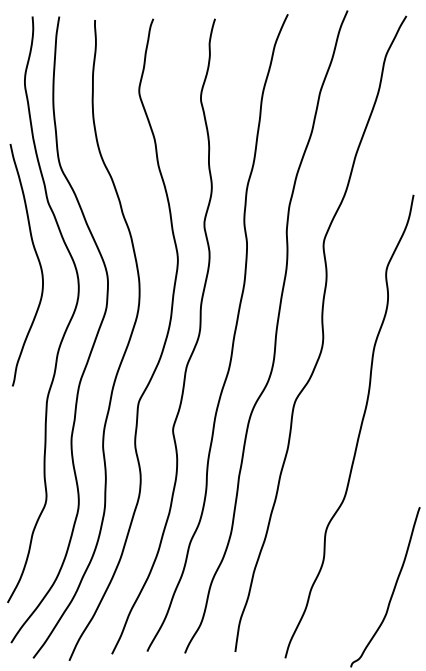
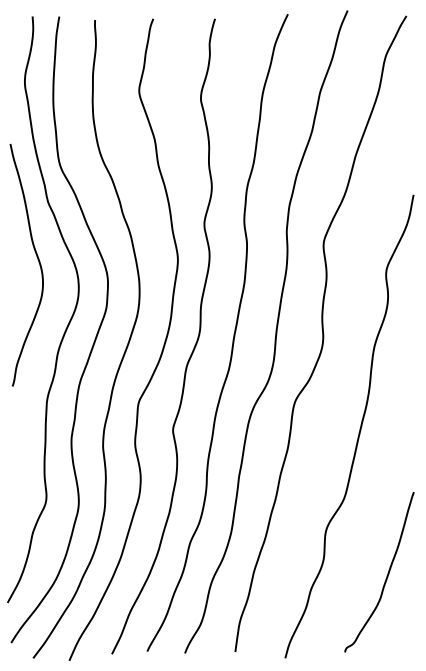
curve at (392, 590) position: (392, 590) -> (386, 575)
